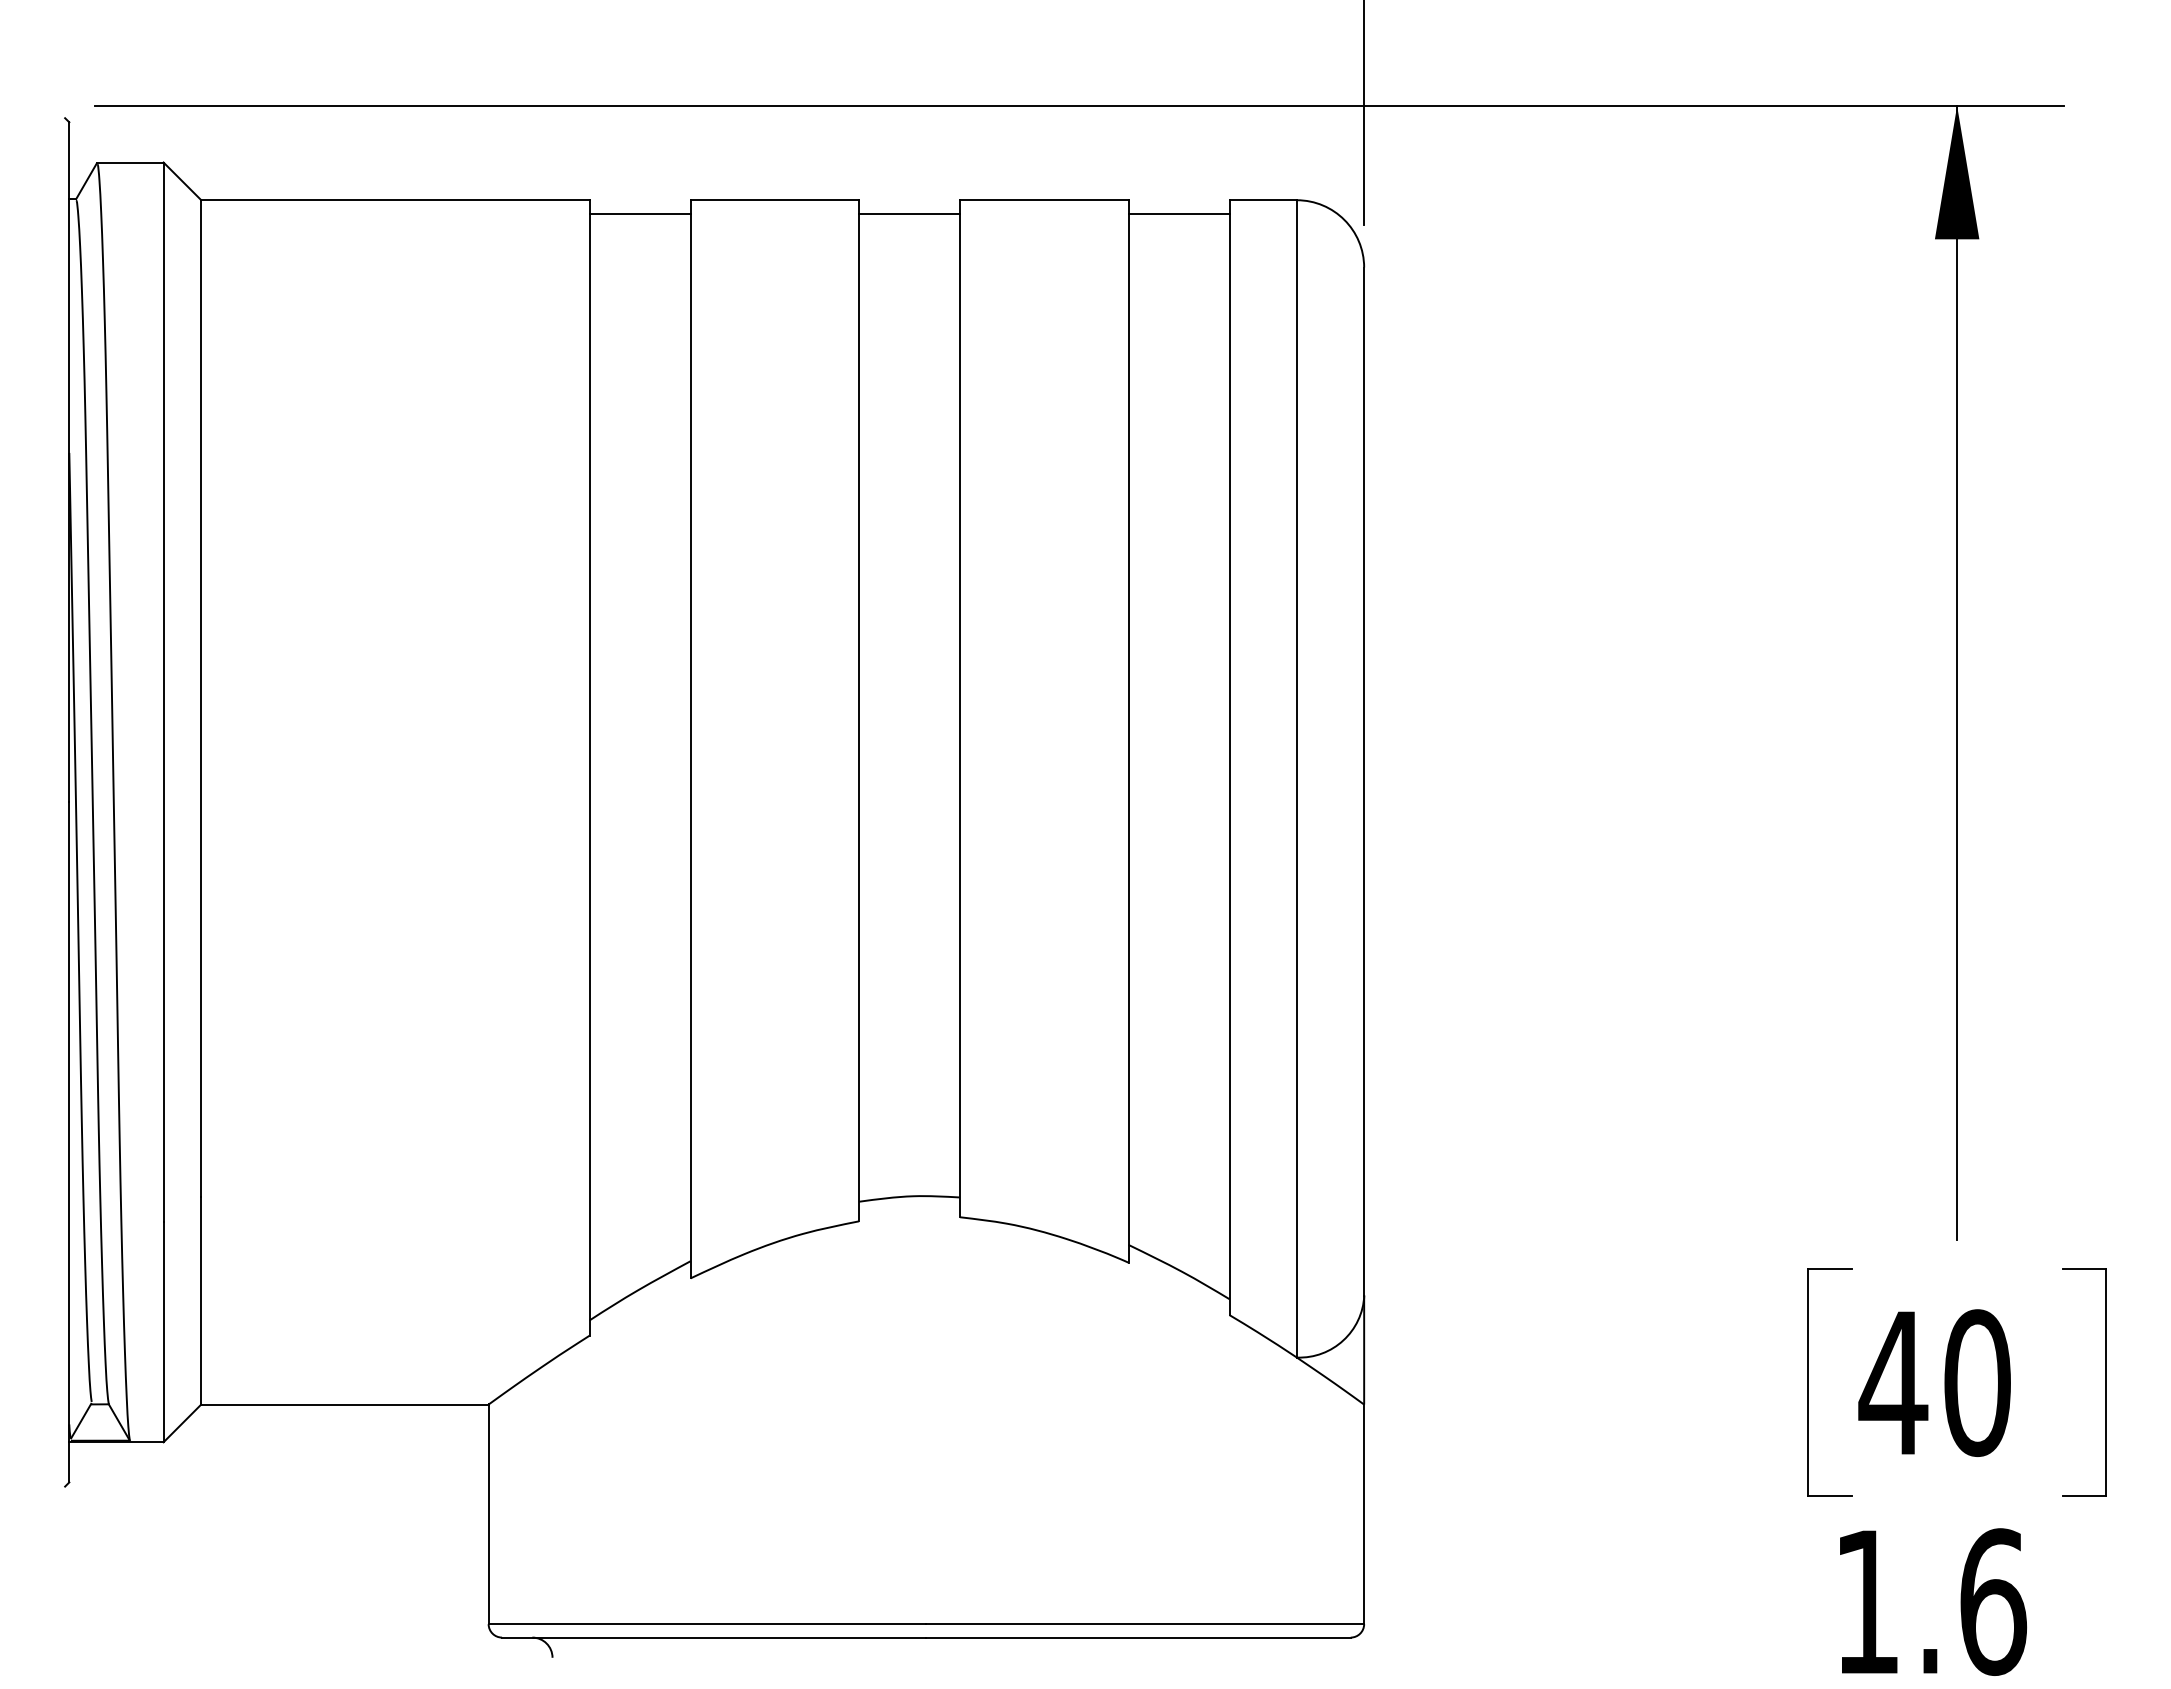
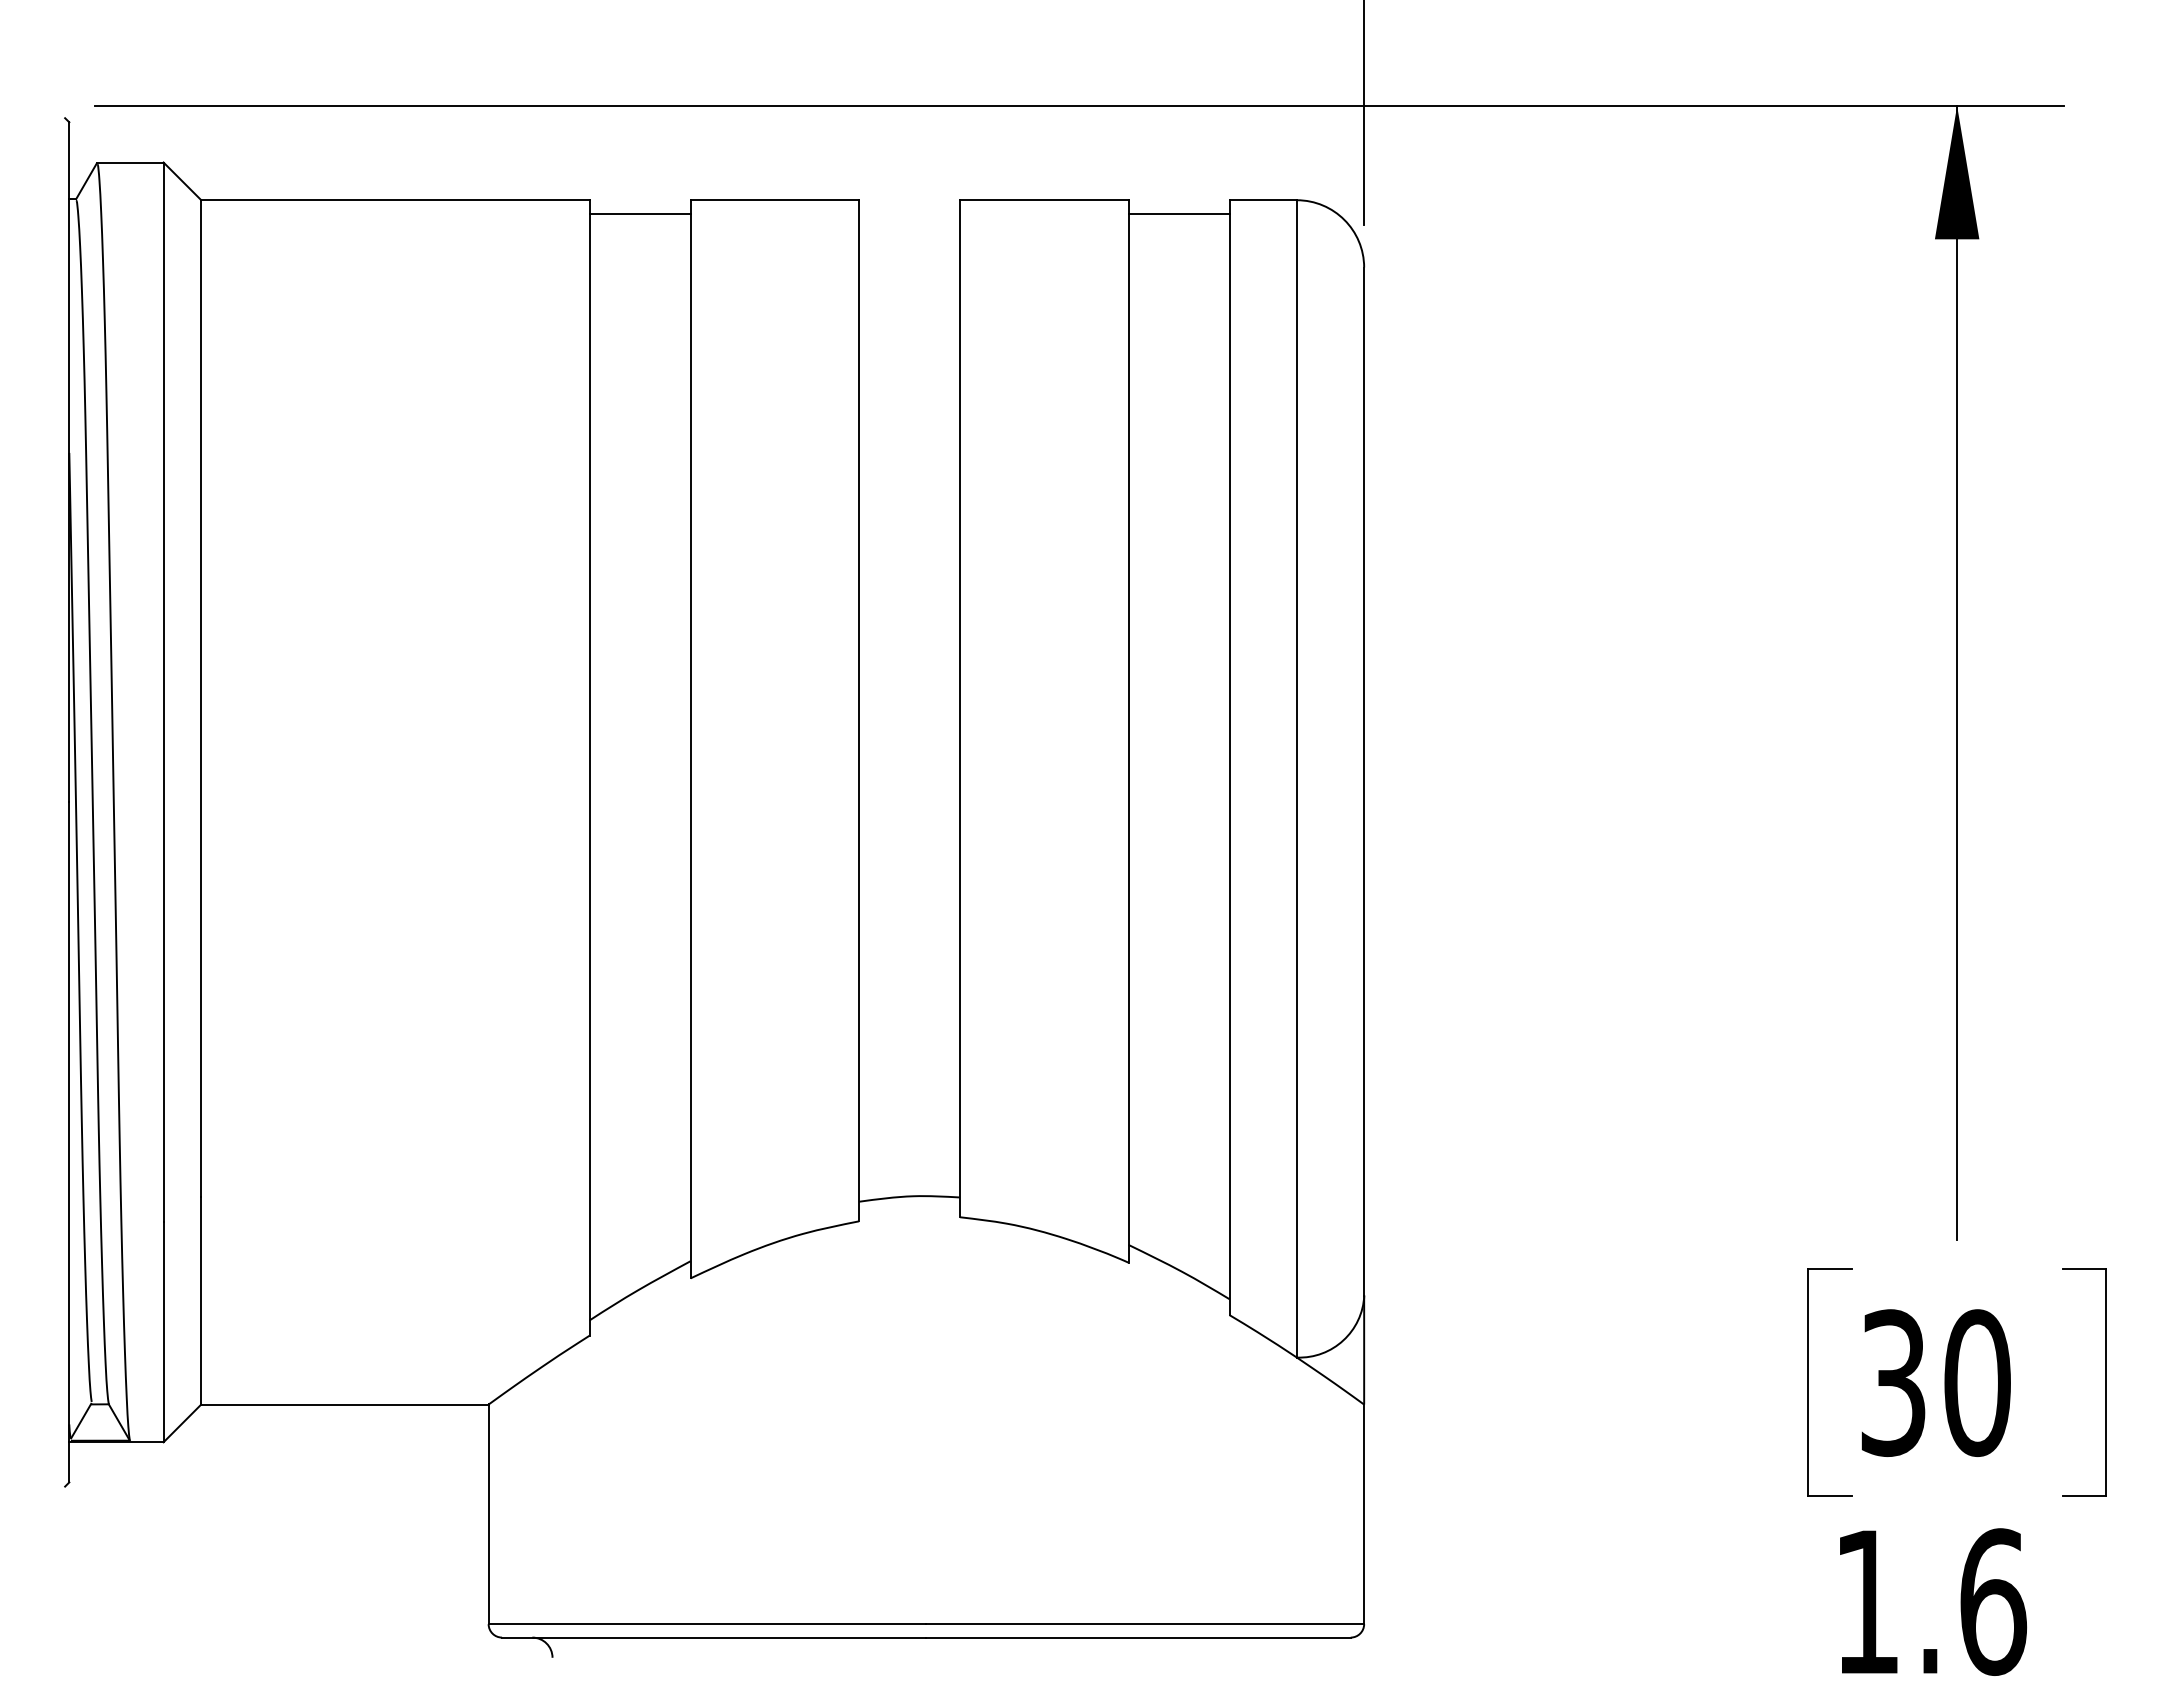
line at (909, 213): present -> none
text at (1893, 1383): 40 -> 30
